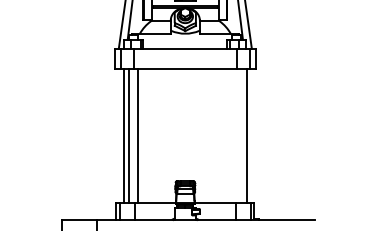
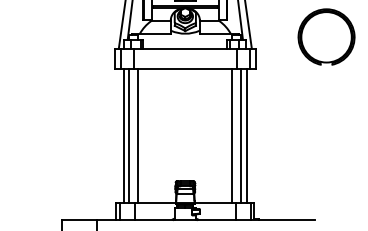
part at (326, 36): none -> present
line at (232, 135): none -> present
line at (241, 135): none -> present
